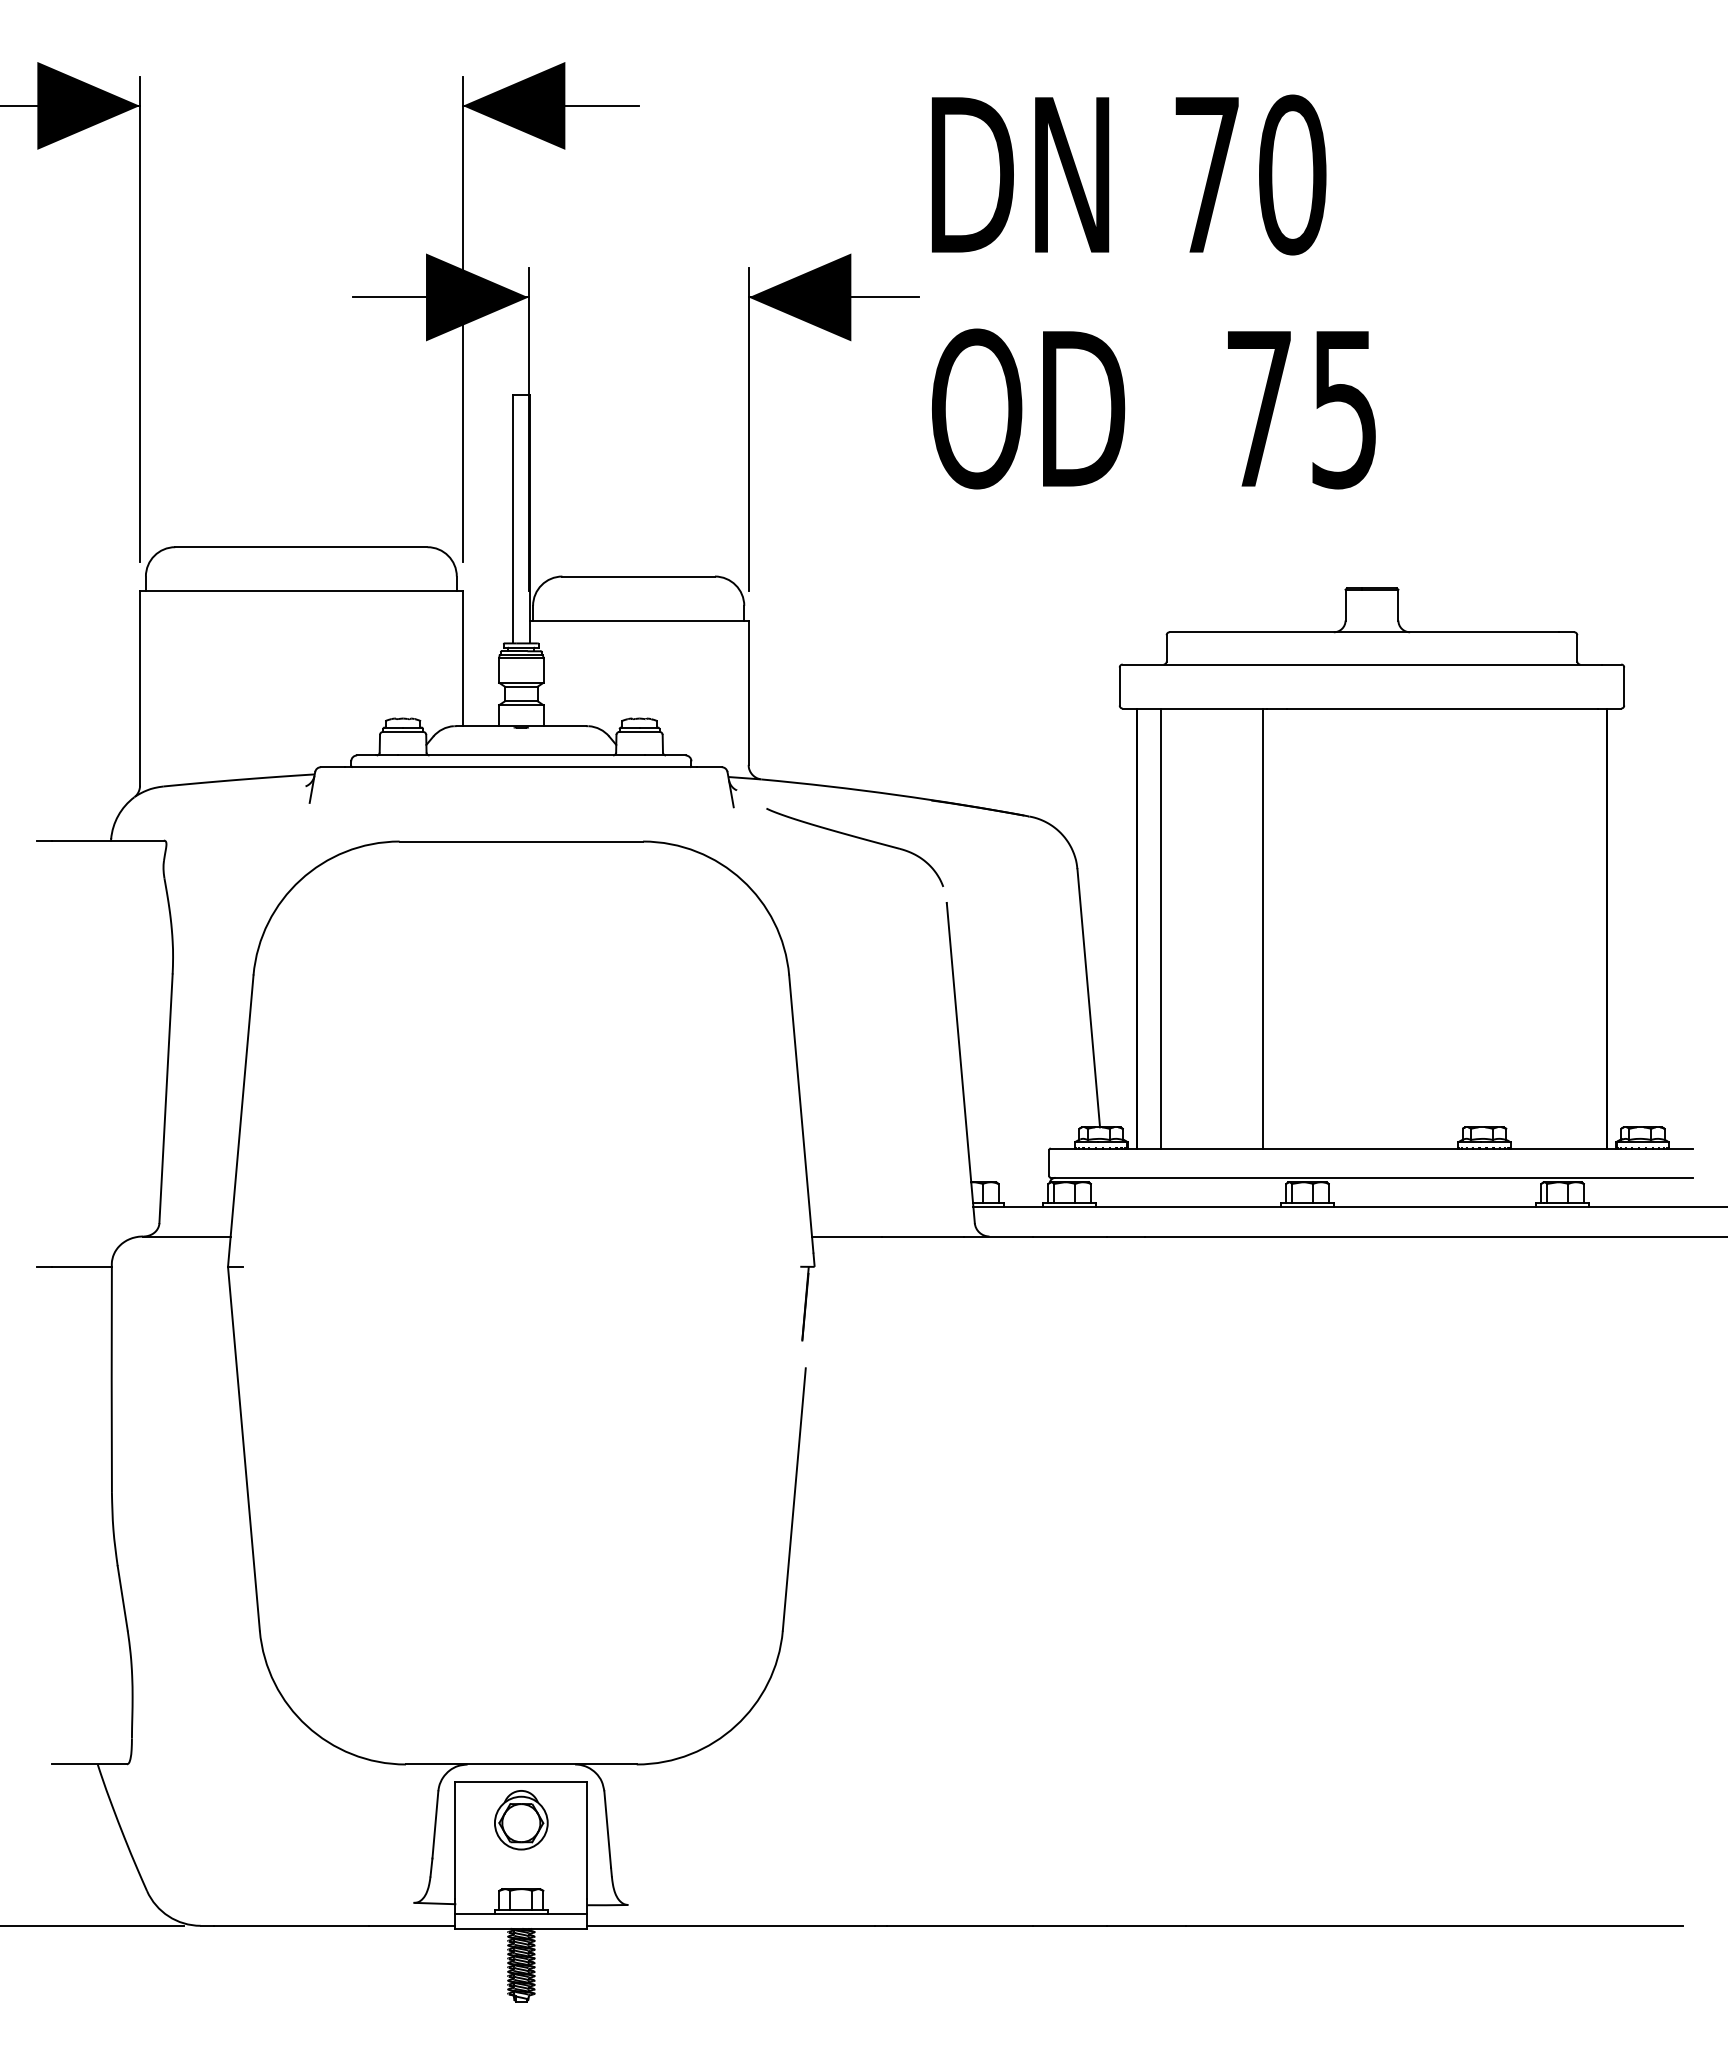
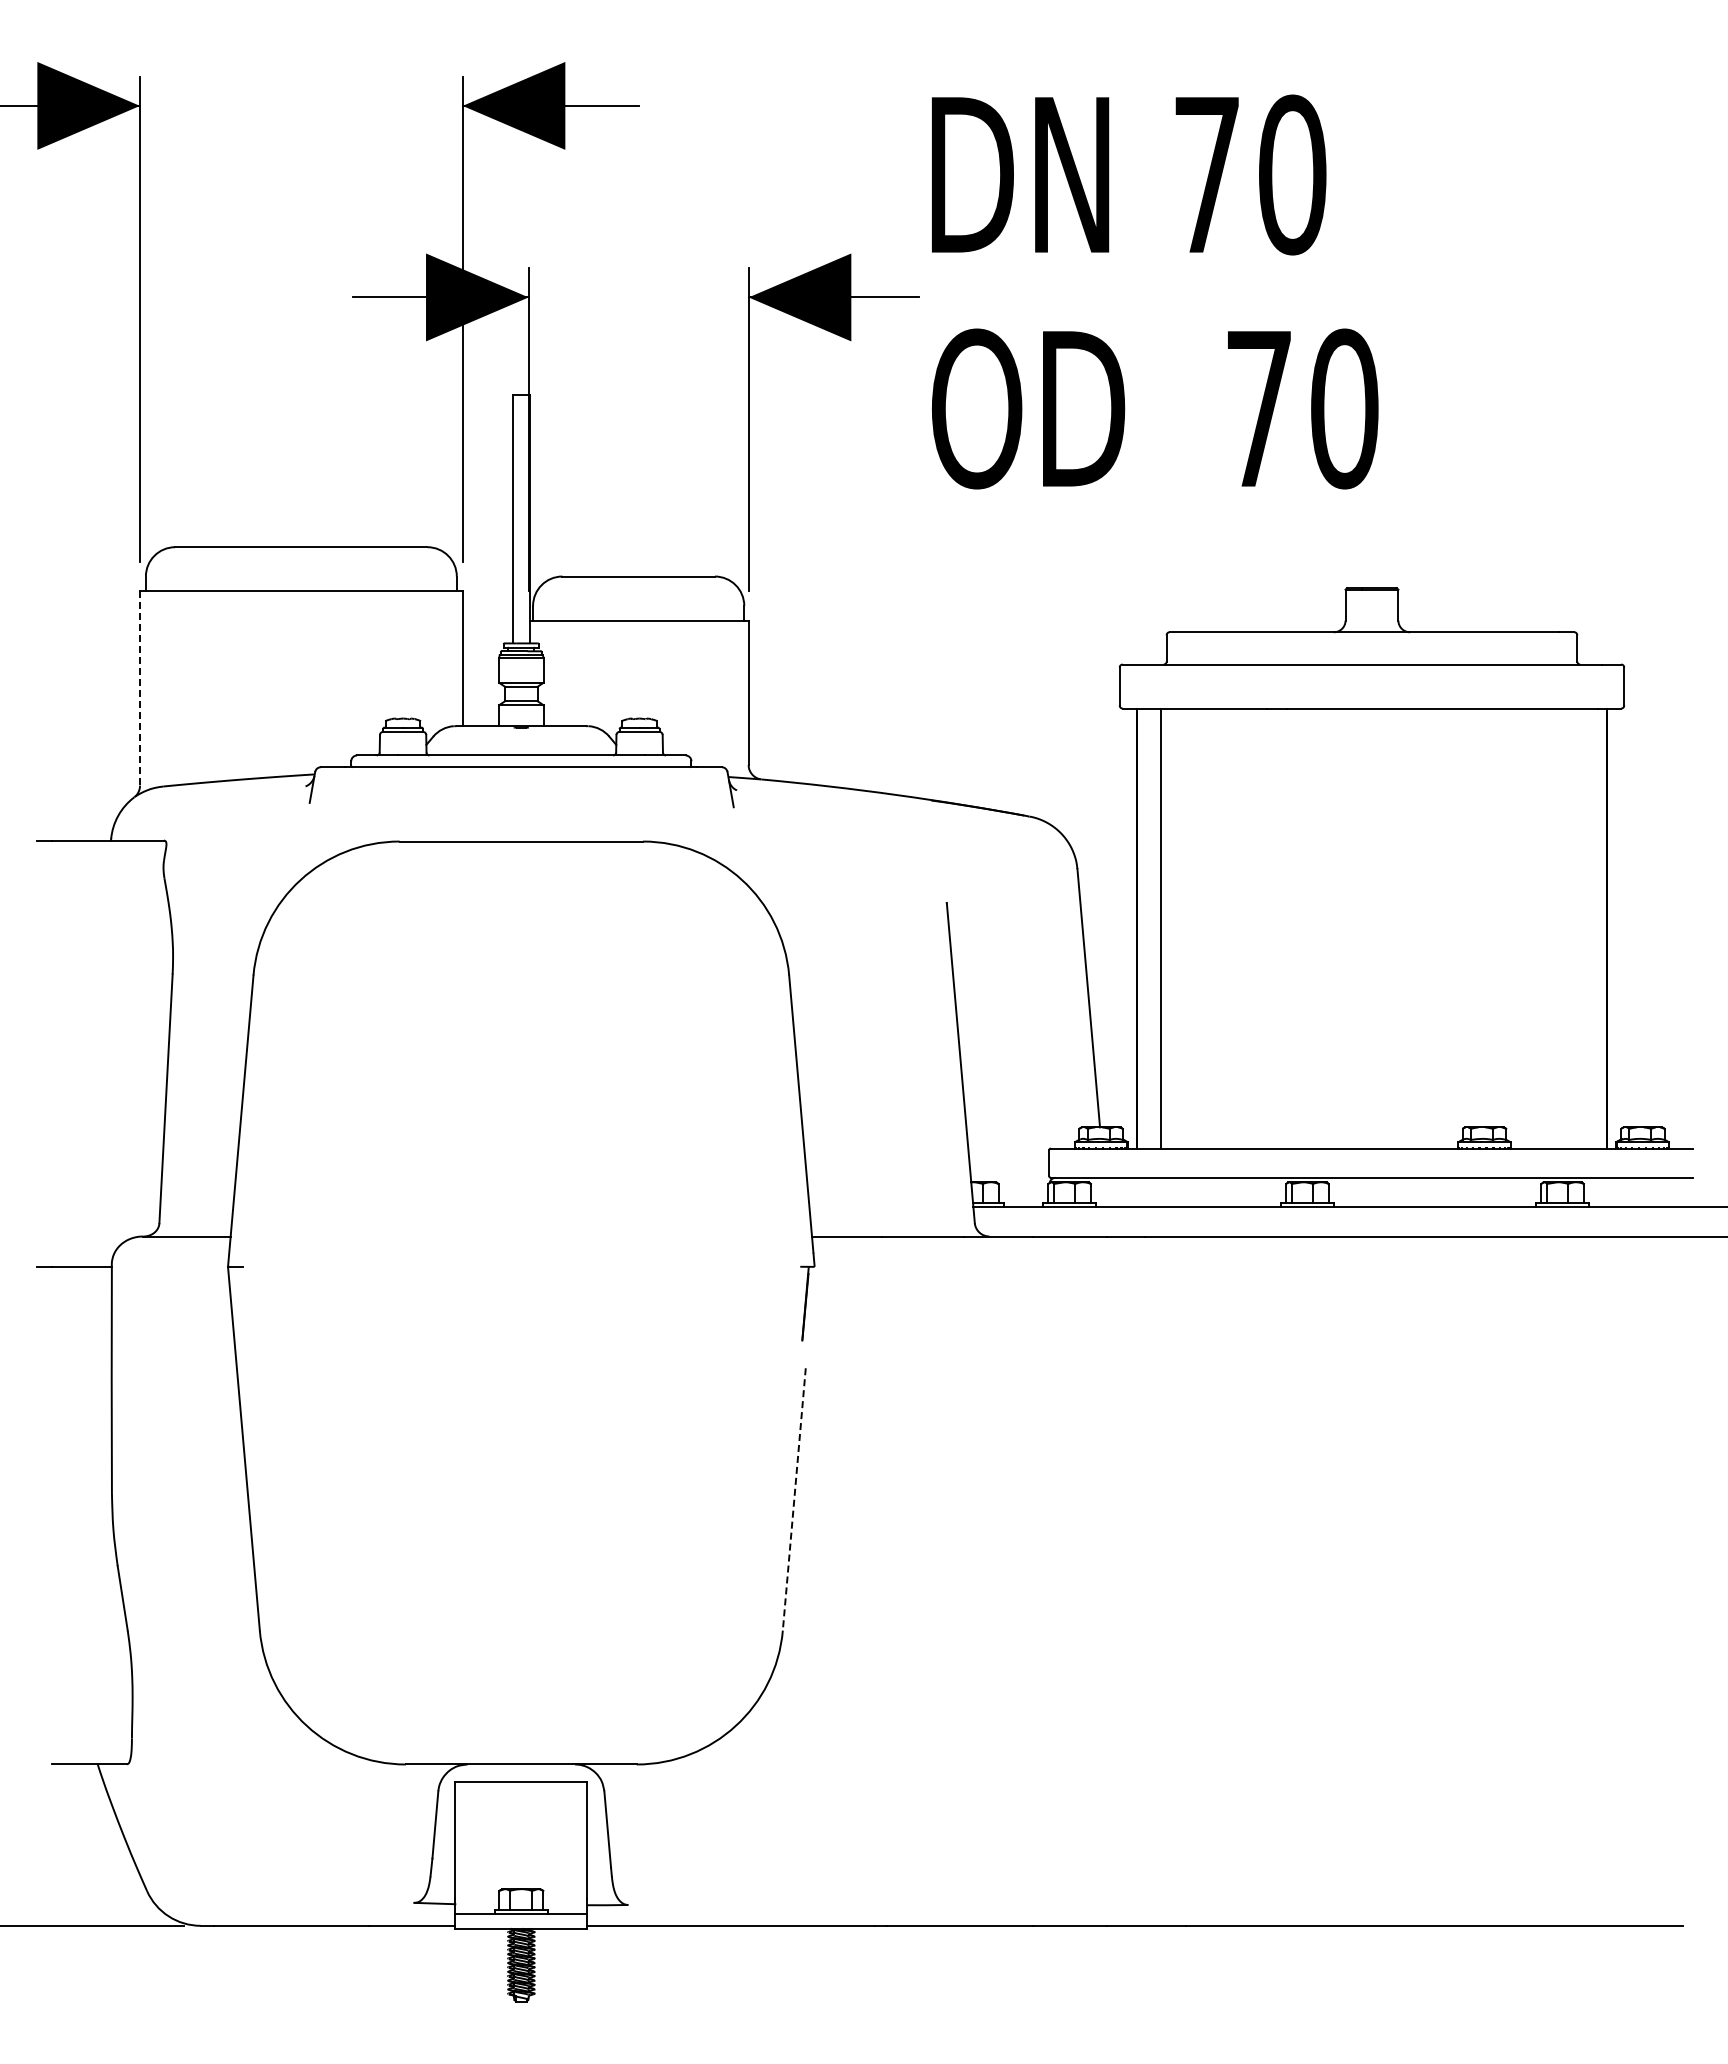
text at (1344, 408): 75 -> 70
line at (140, 688): solid -> dashed
part at (856, 838): present -> none
line at (1262, 928): present -> none
line at (794, 1499): solid -> dashed
part at (521, 1820): present -> none
